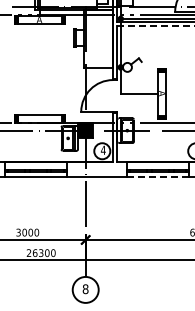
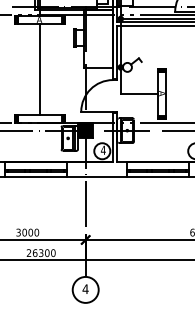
line at (156, 26): dashed -> solid
line at (39, 69): none -> present
line at (158, 177): dashed -> solid
text at (85, 289): 8 -> 4
